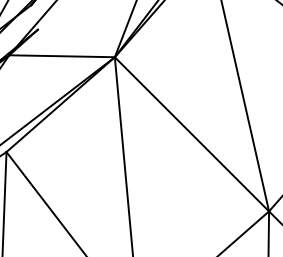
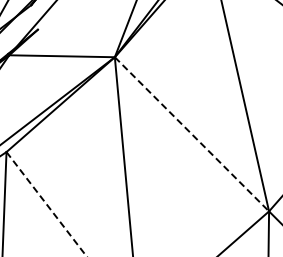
line at (192, 134): solid -> dashed
line at (46, 204): solid -> dashed
